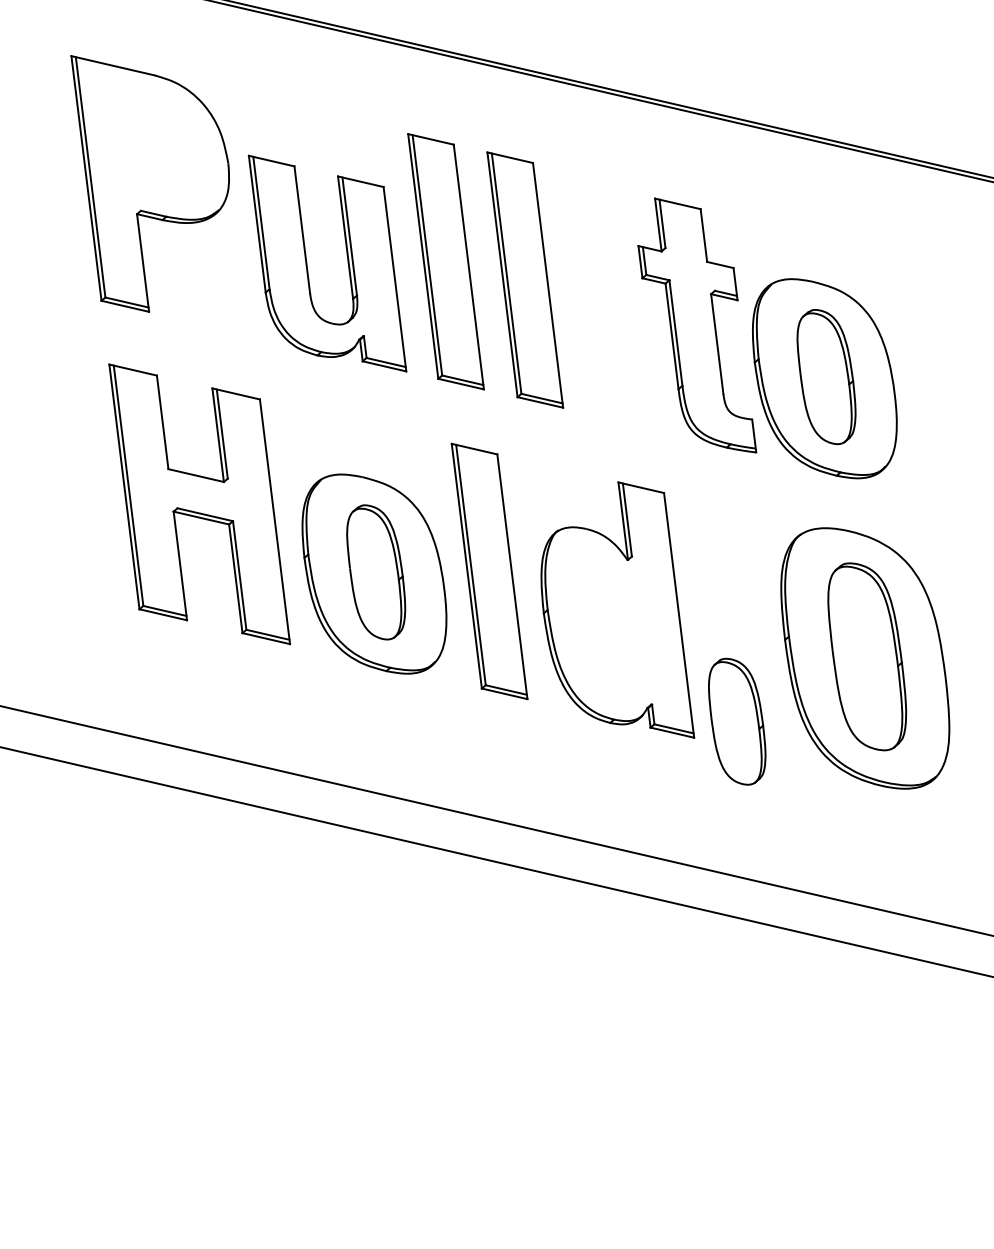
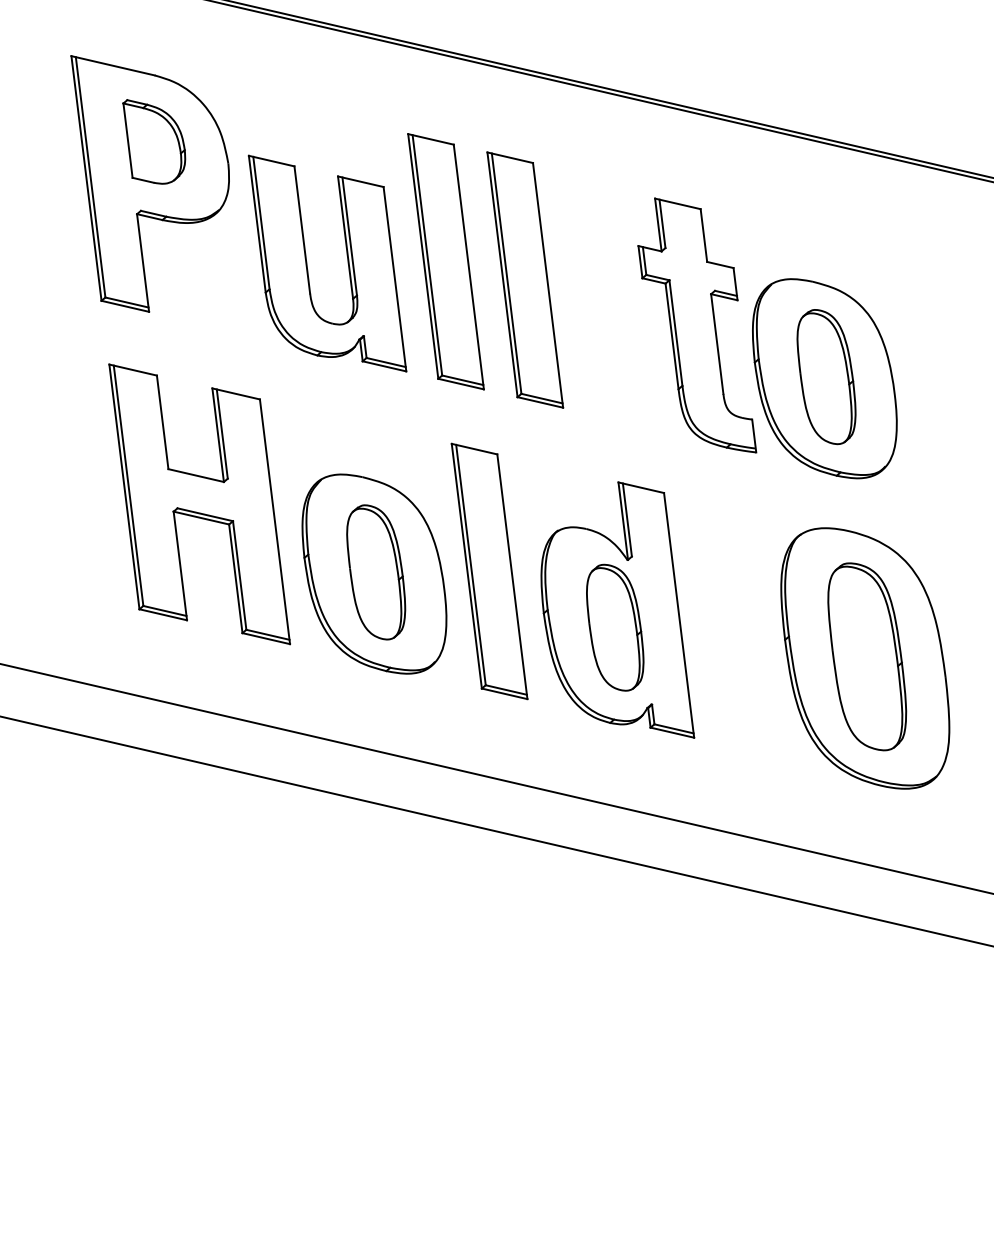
part at (154, 141): none -> present
part at (737, 721) position: (737, 721) -> (615, 627)
line at (496, 820) position: (496, 820) -> (496, 778)
line at (496, 861) position: (496, 861) -> (496, 831)
